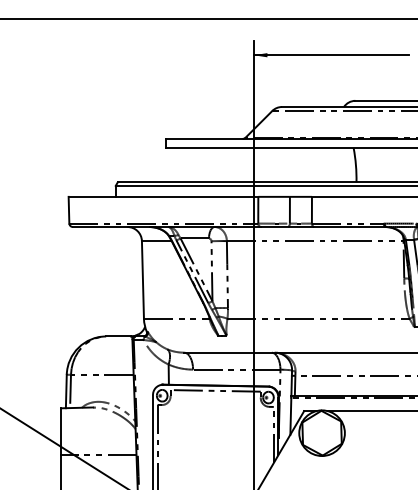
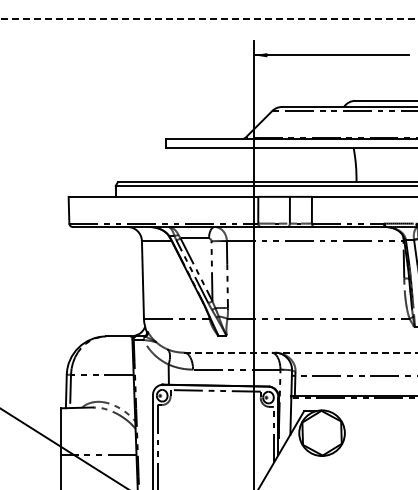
line at (208, 18): solid -> dashed
line at (301, 352): solid -> dashed
line at (371, 411): present -> none
